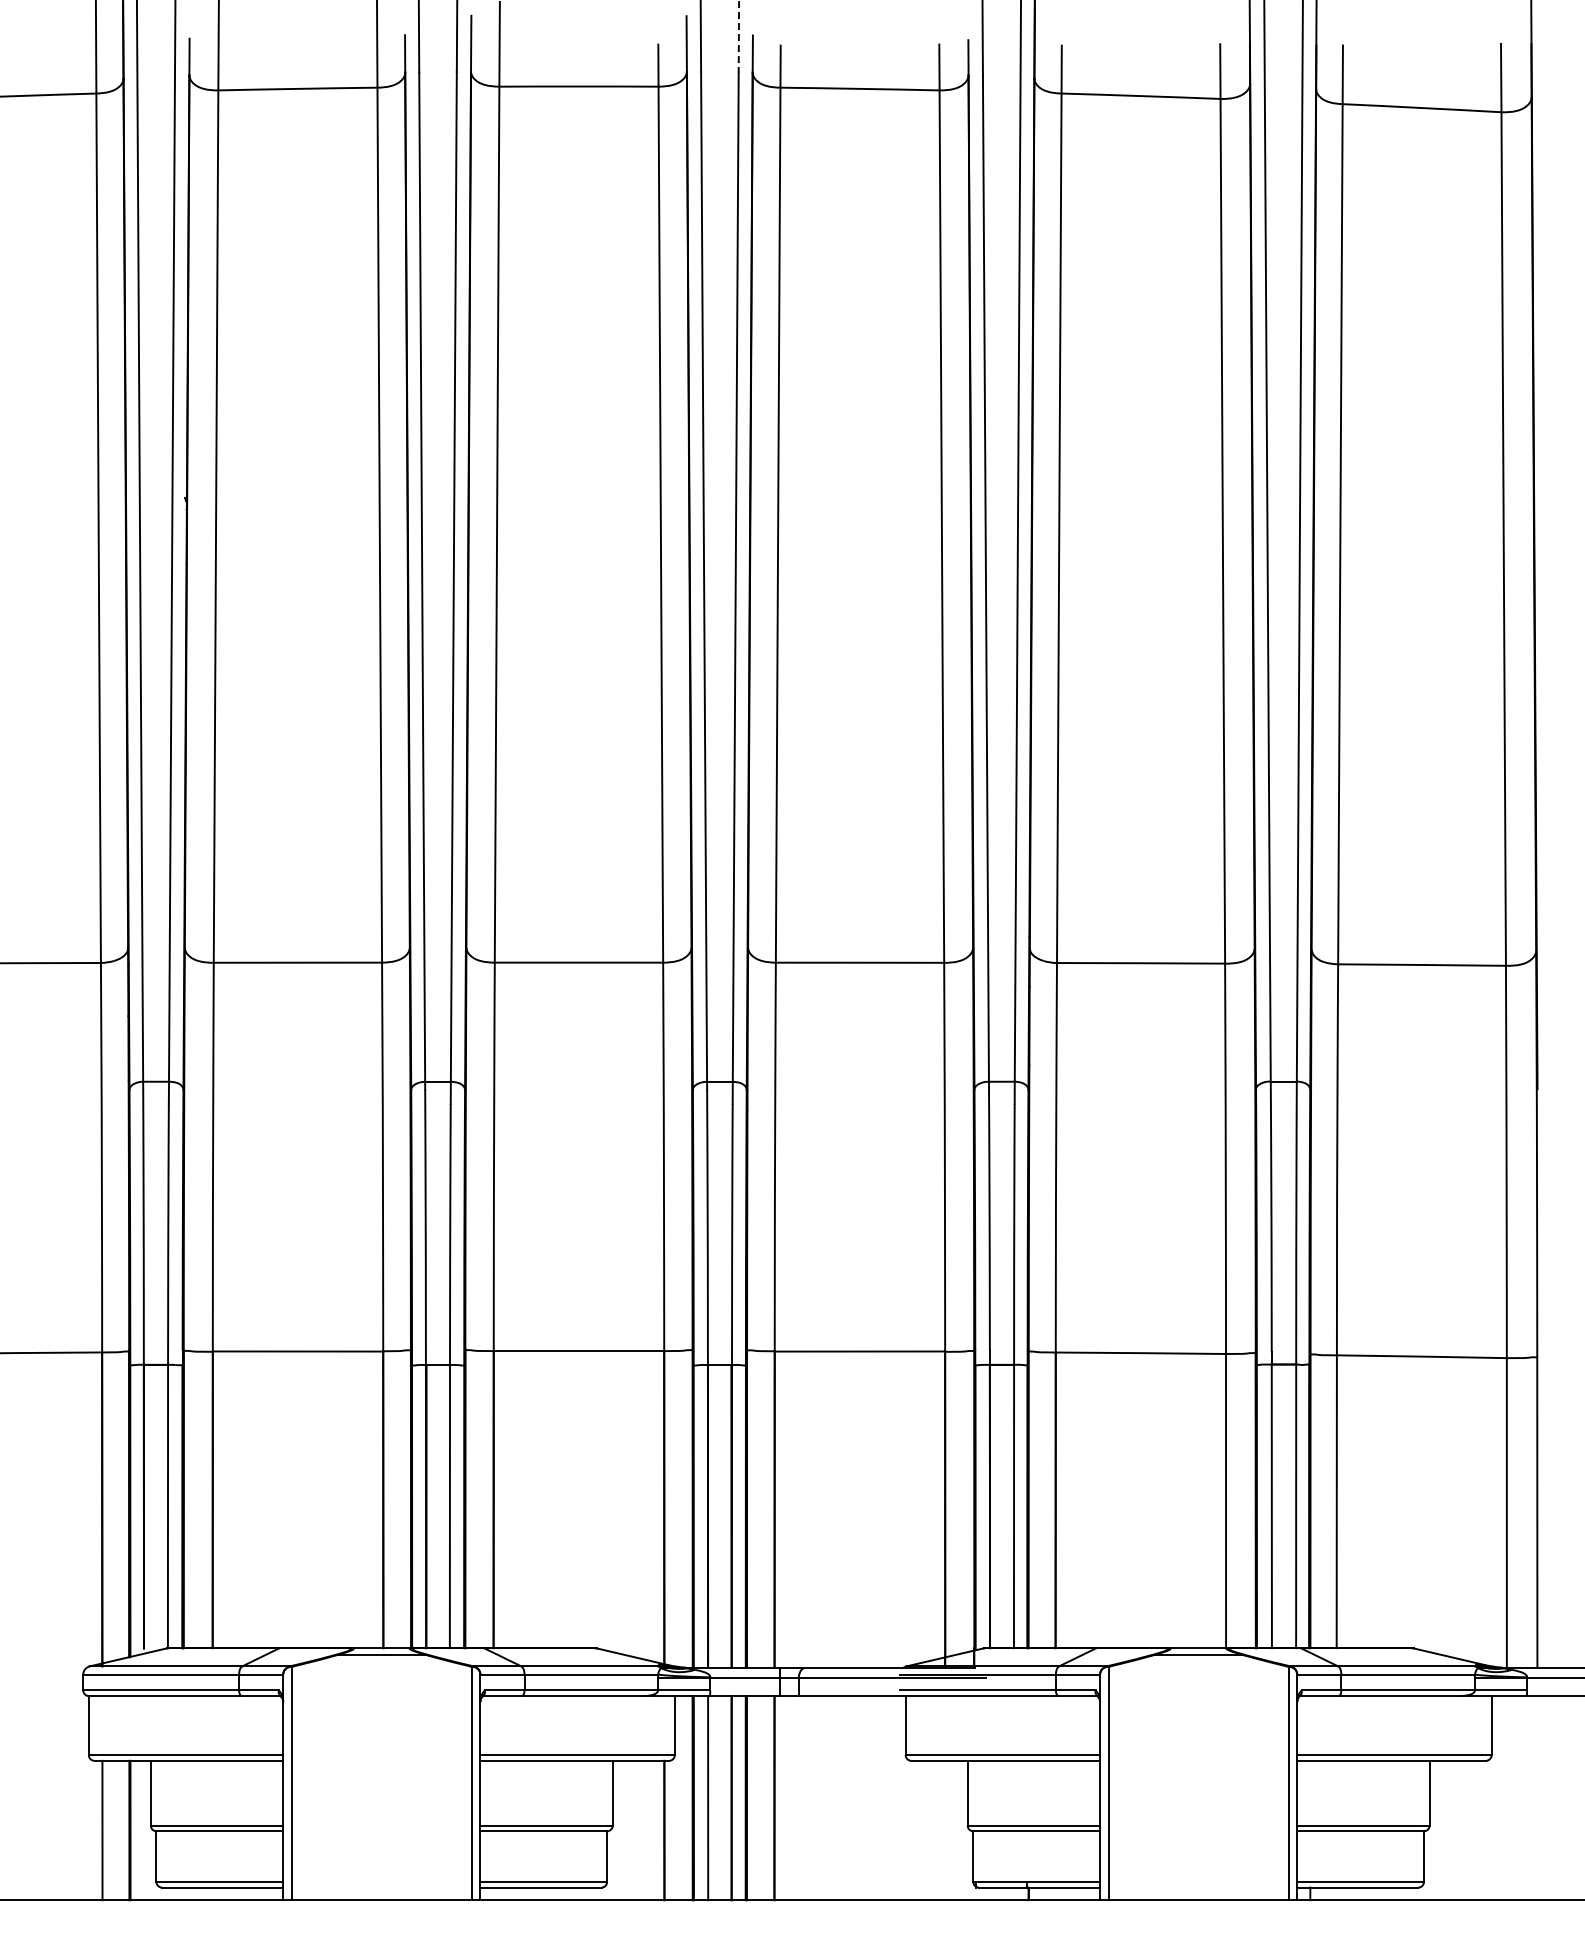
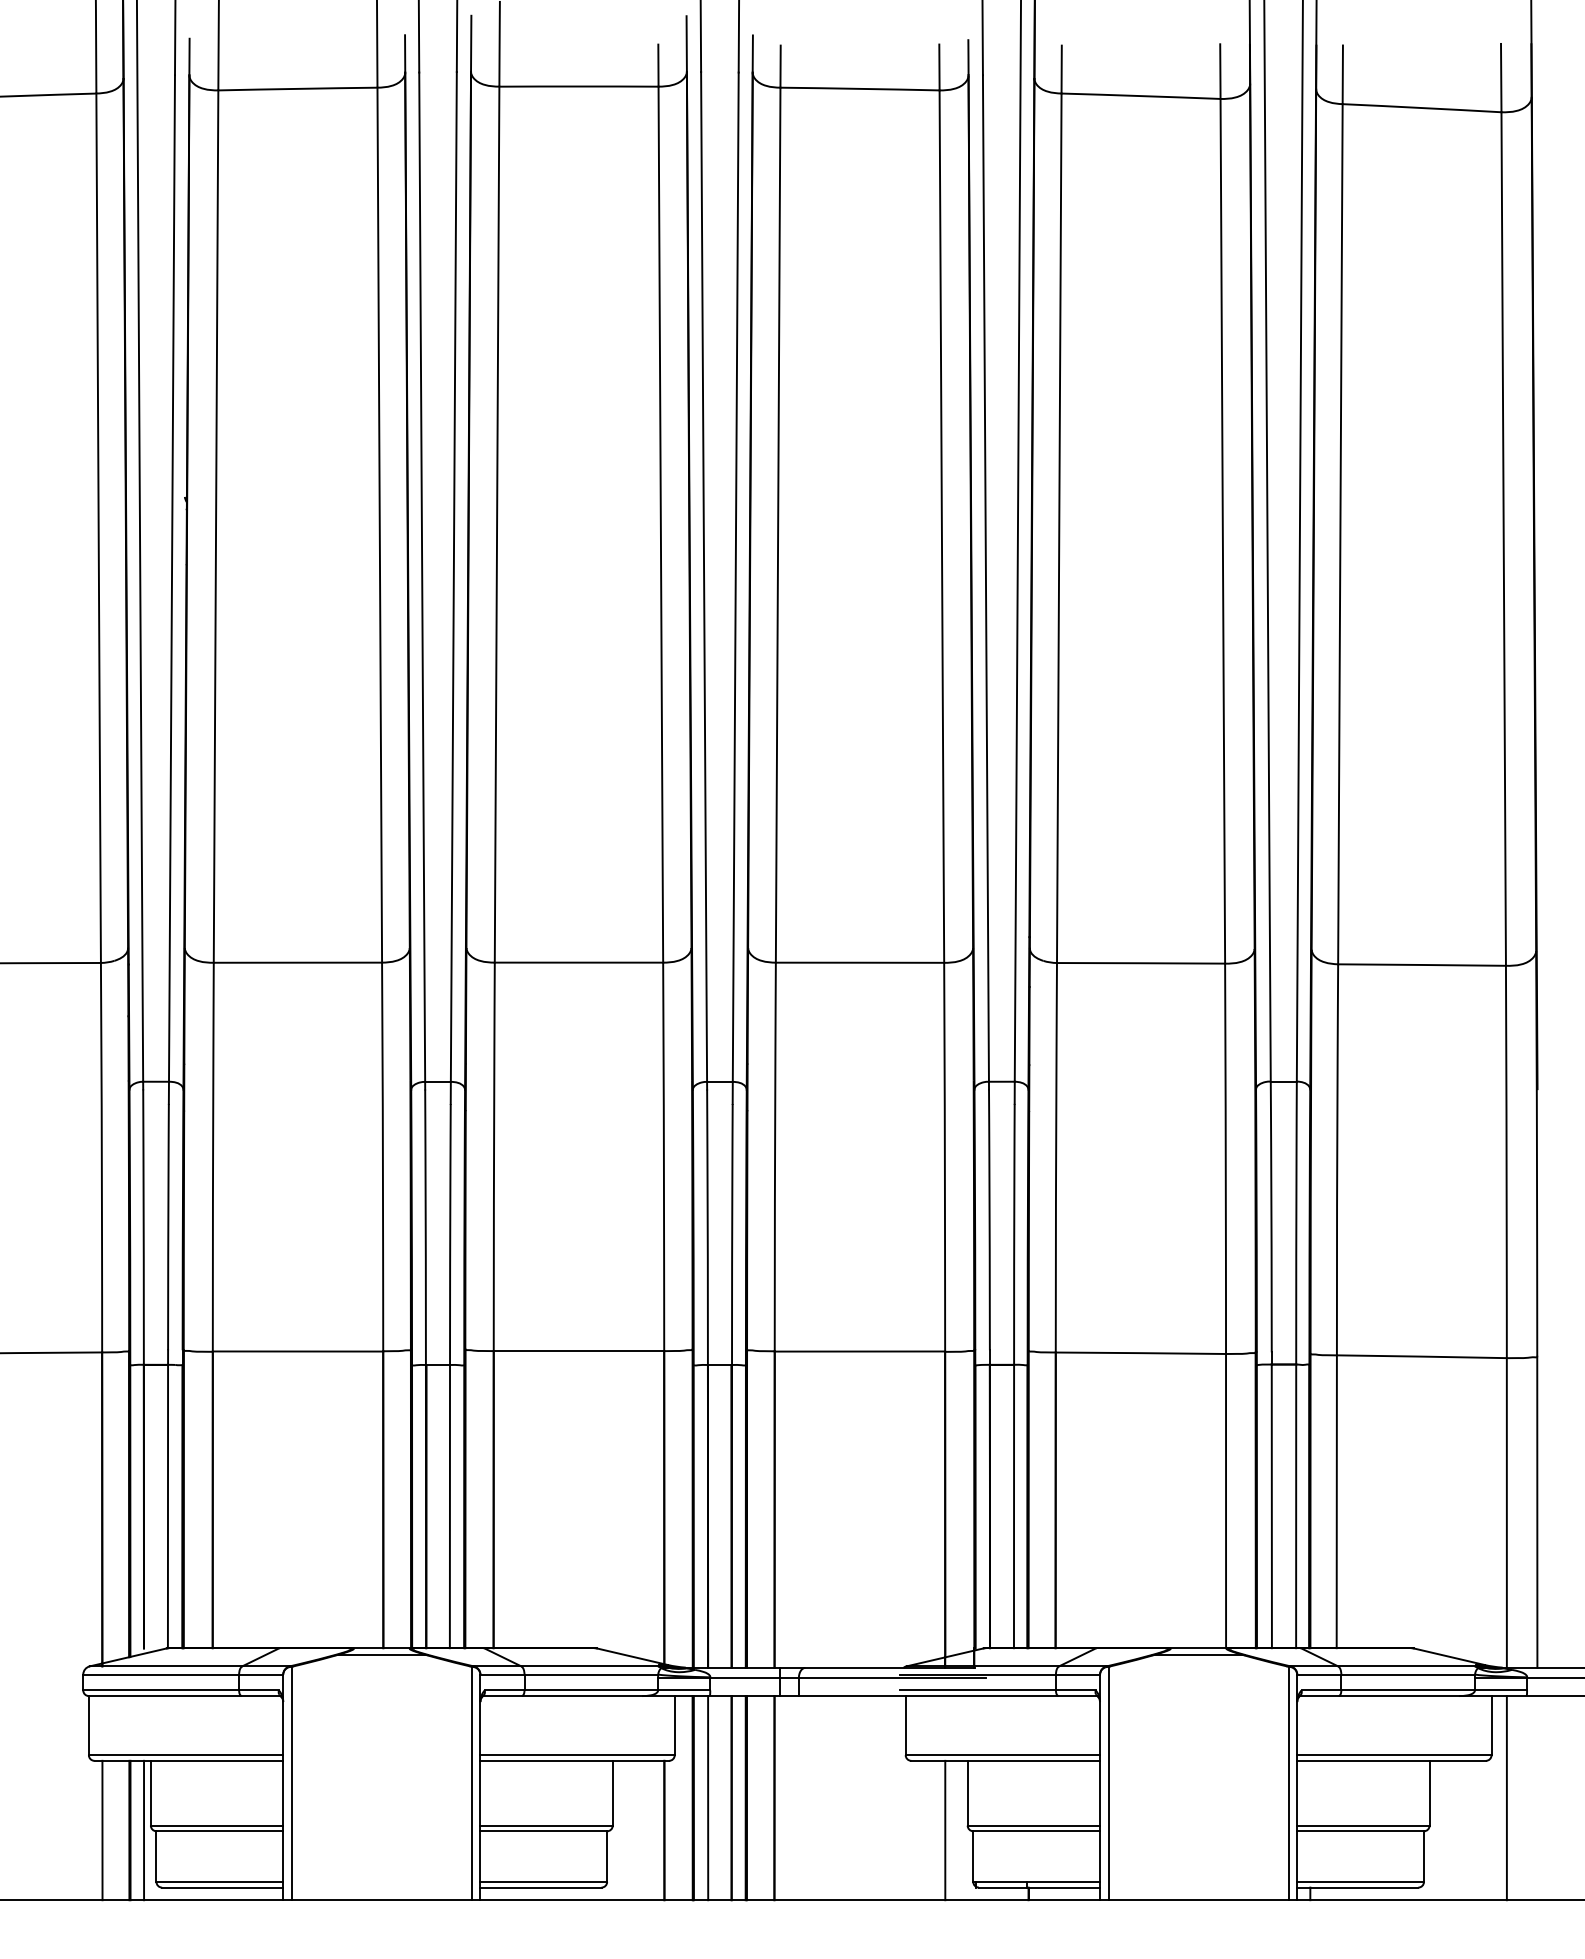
line at (738, 36): dashed -> solid
line at (1506, 1798): none -> present
line at (144, 1830): none -> present
line at (945, 1830): none -> present
